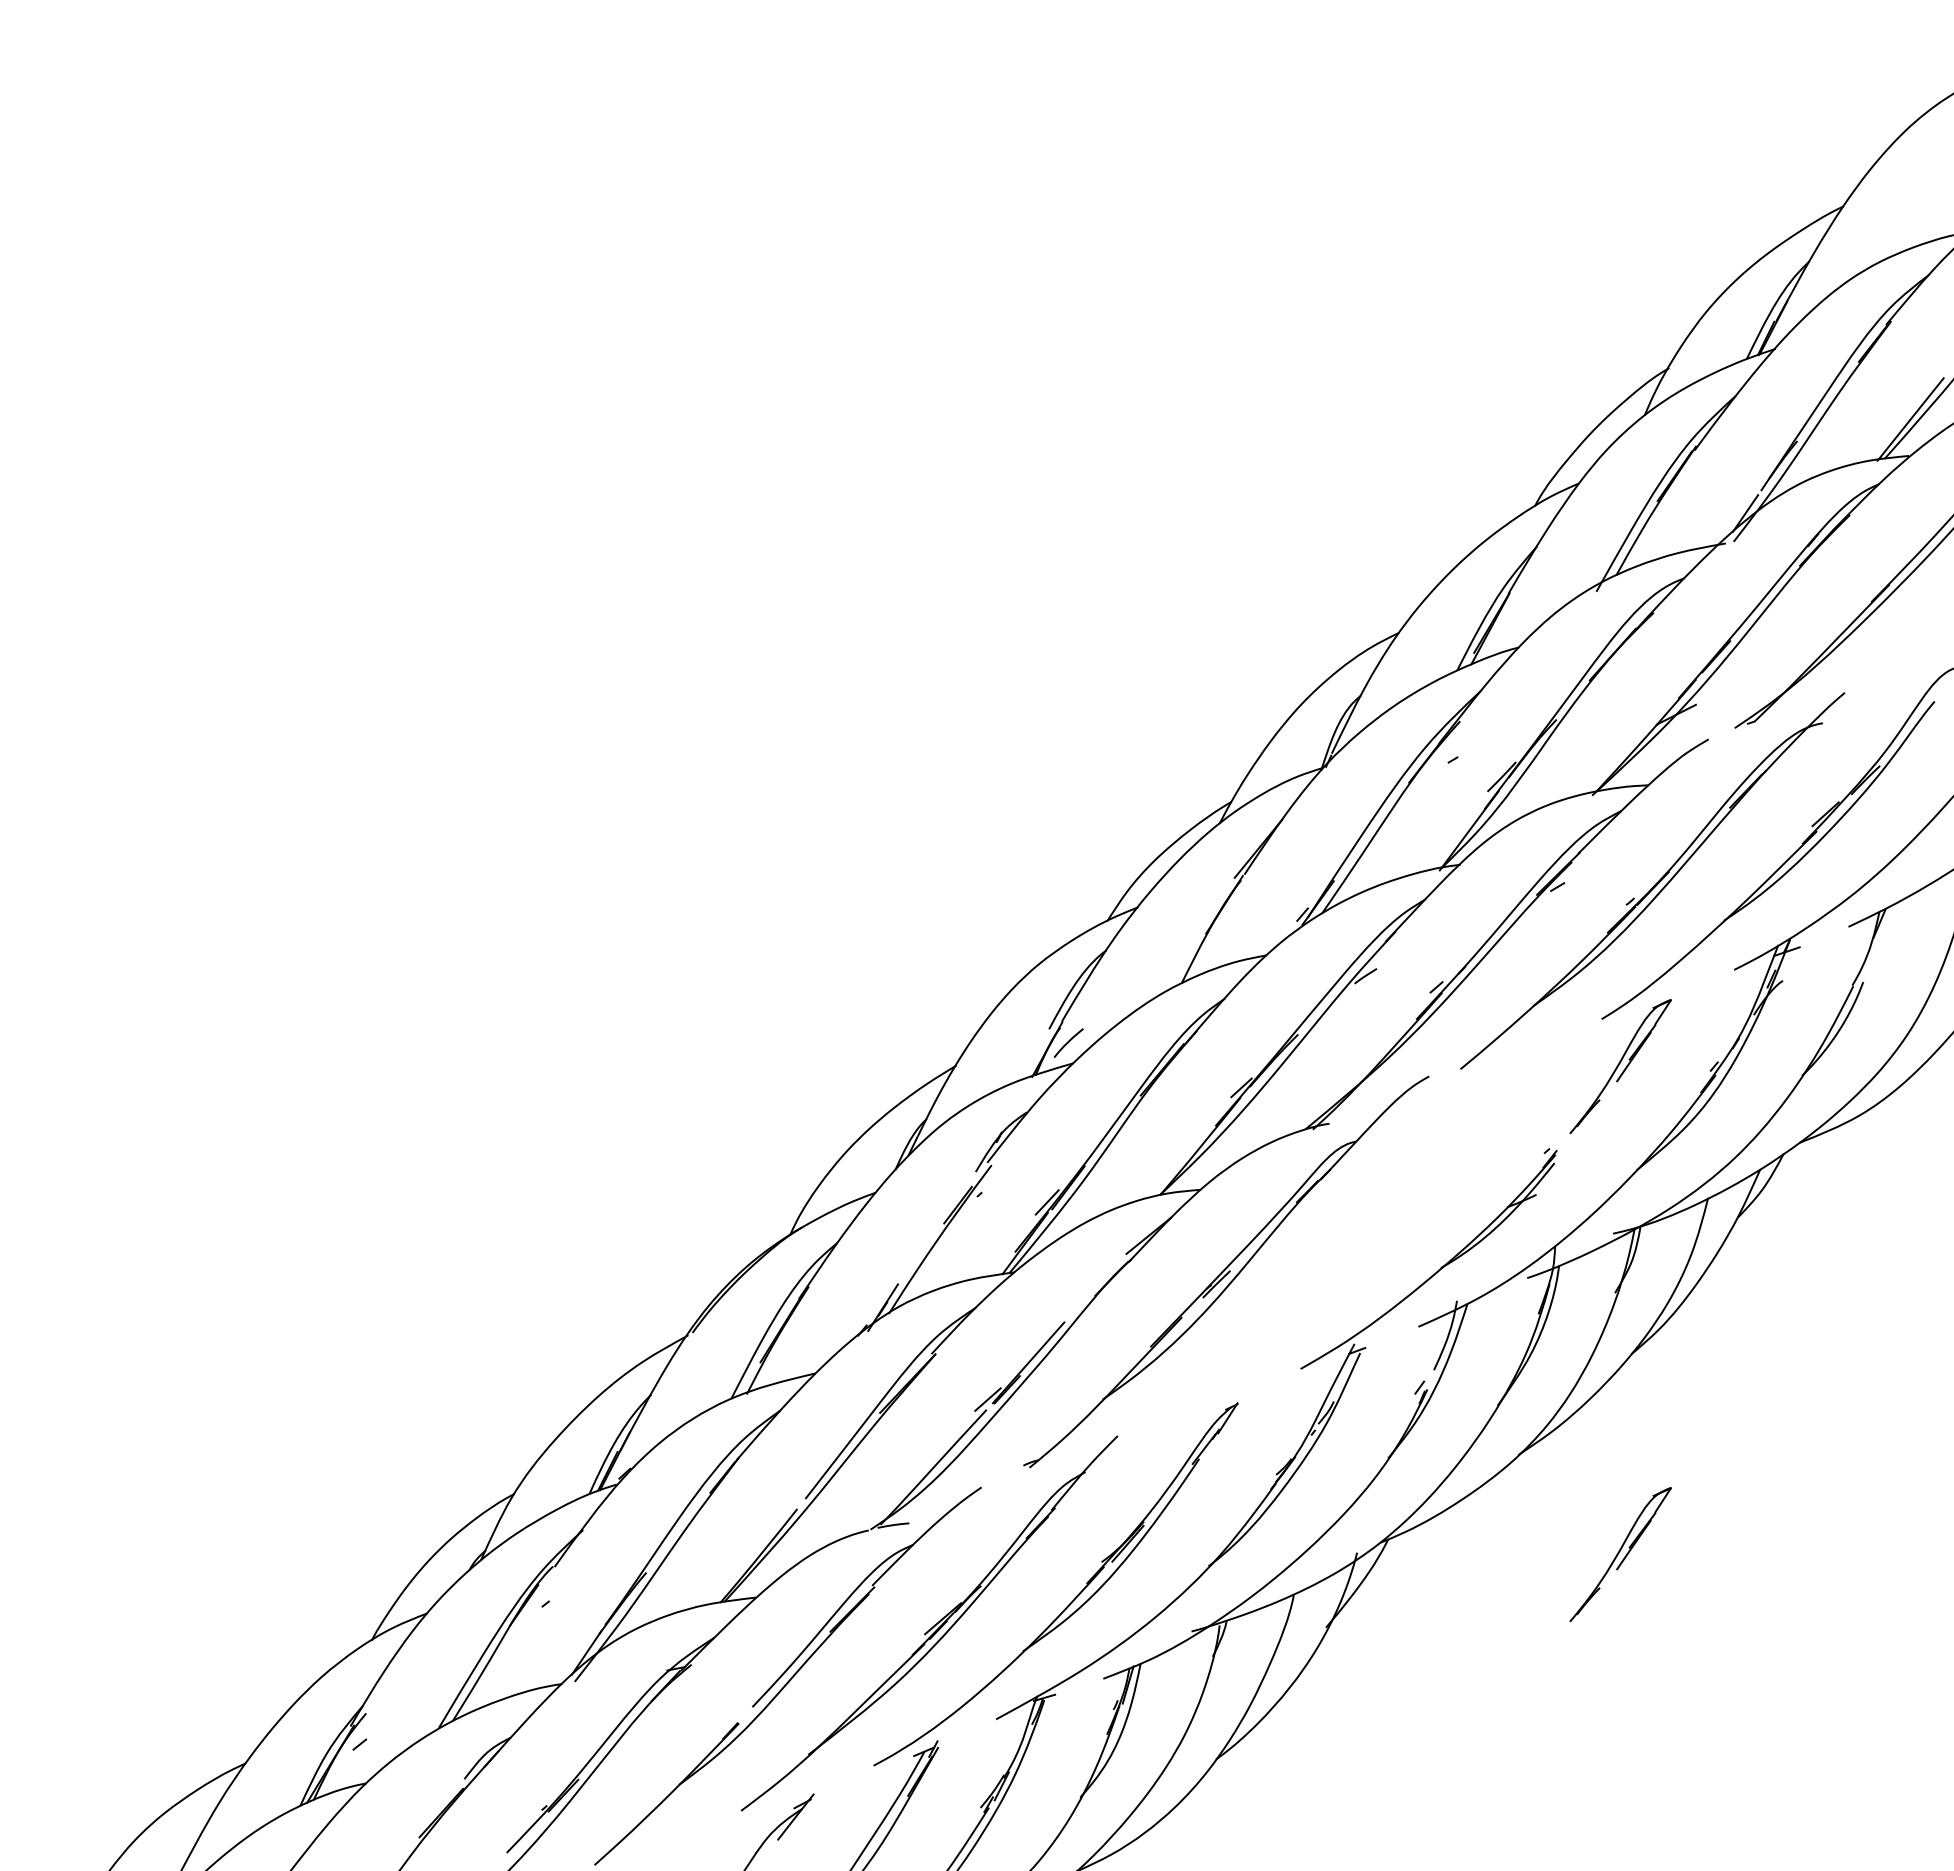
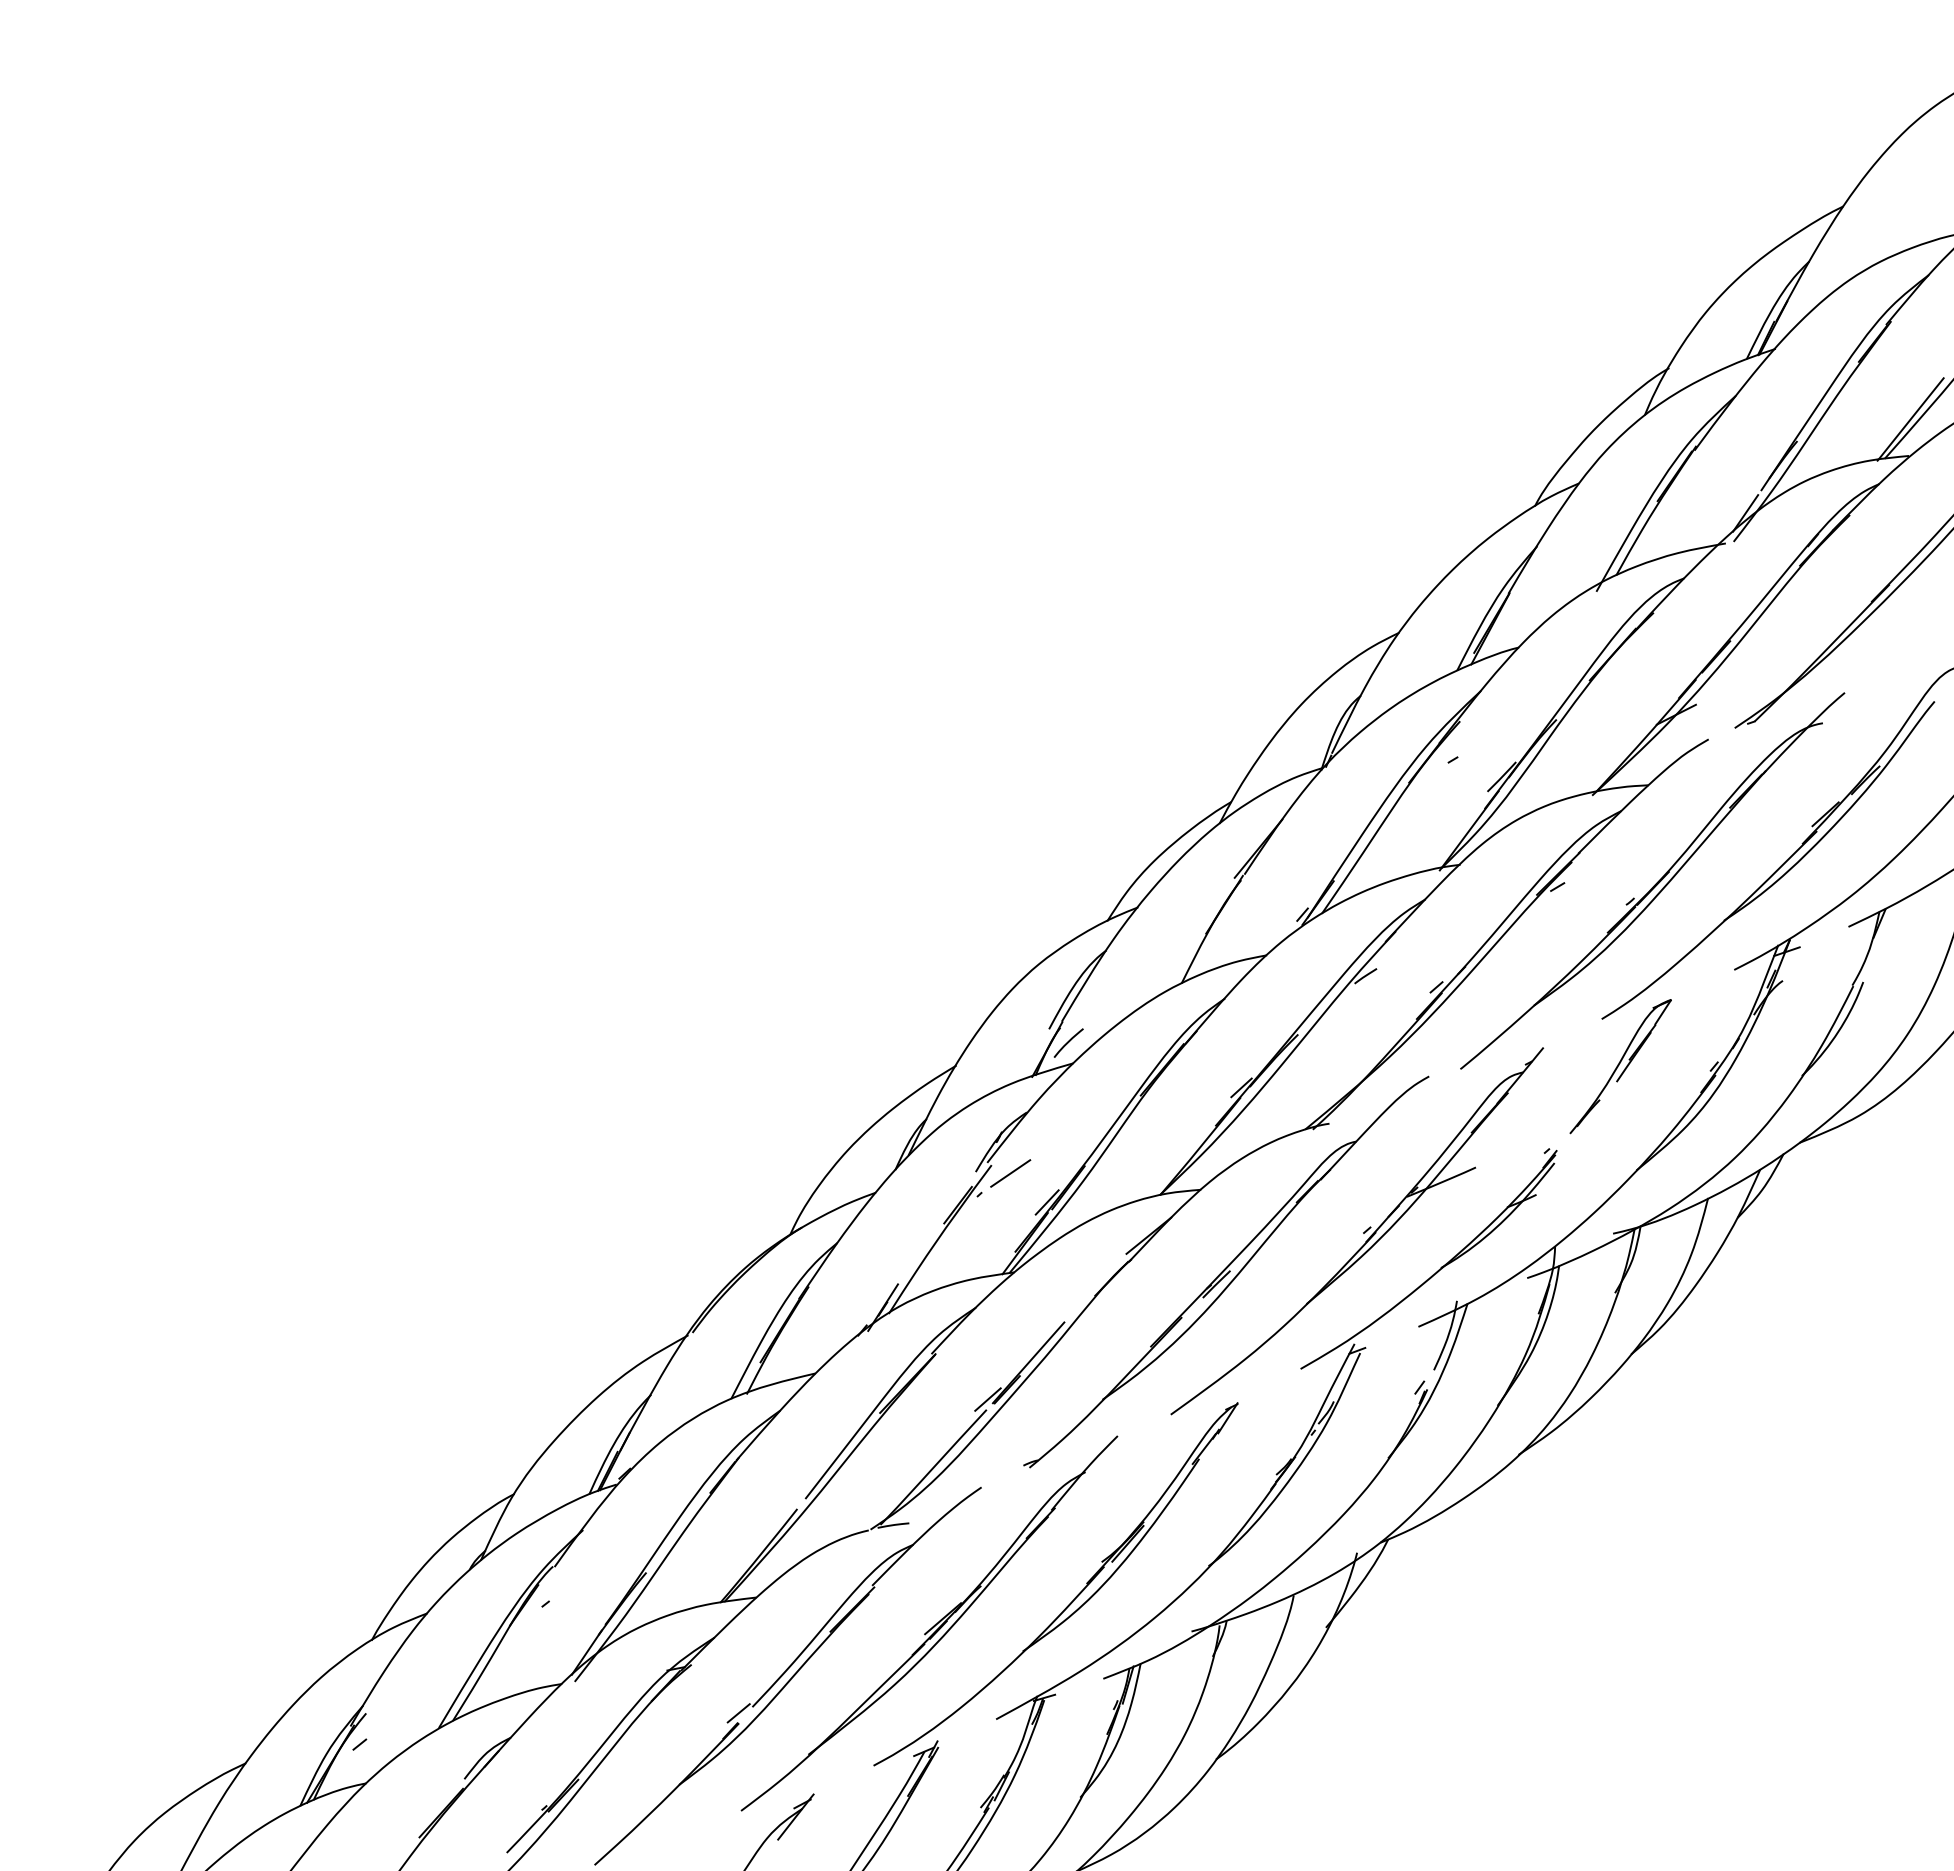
line at (1010, 1173): none -> present
part at (1363, 1232): none -> present
part at (1620, 1554): present -> none
line at (738, 1713): none -> present
